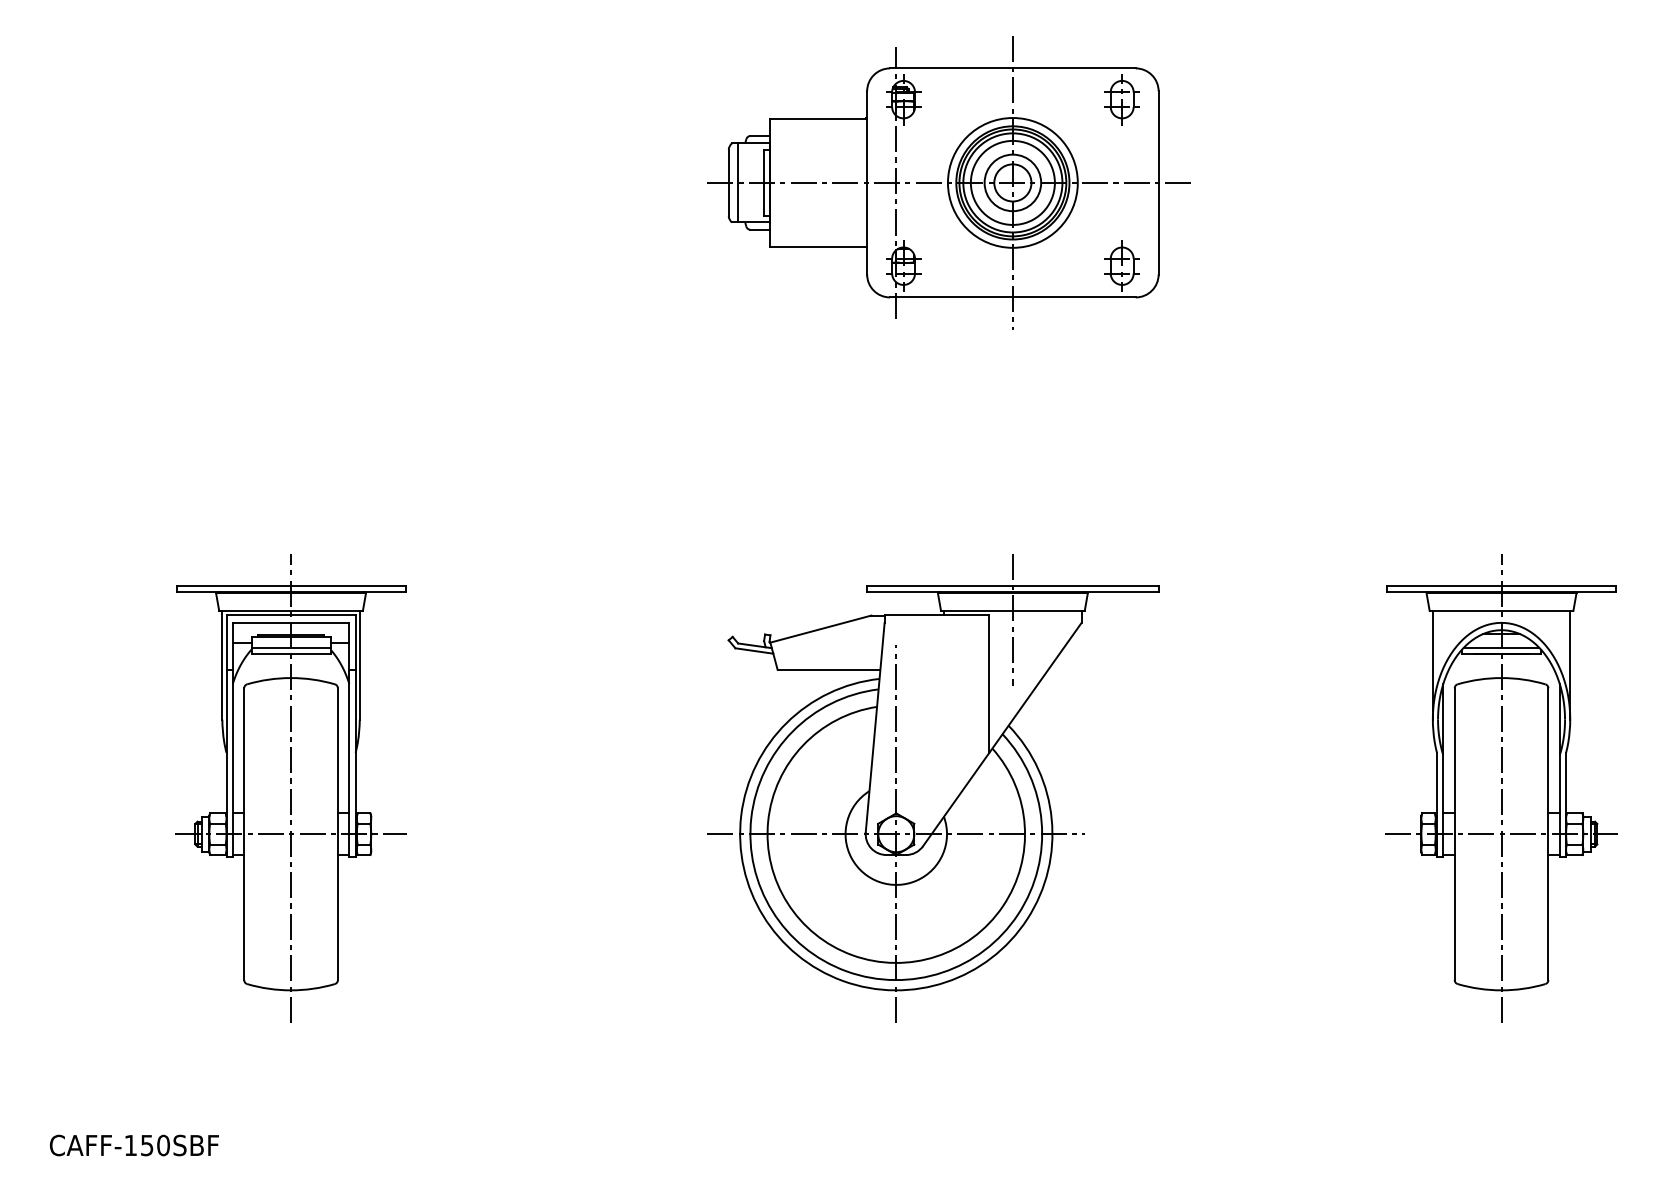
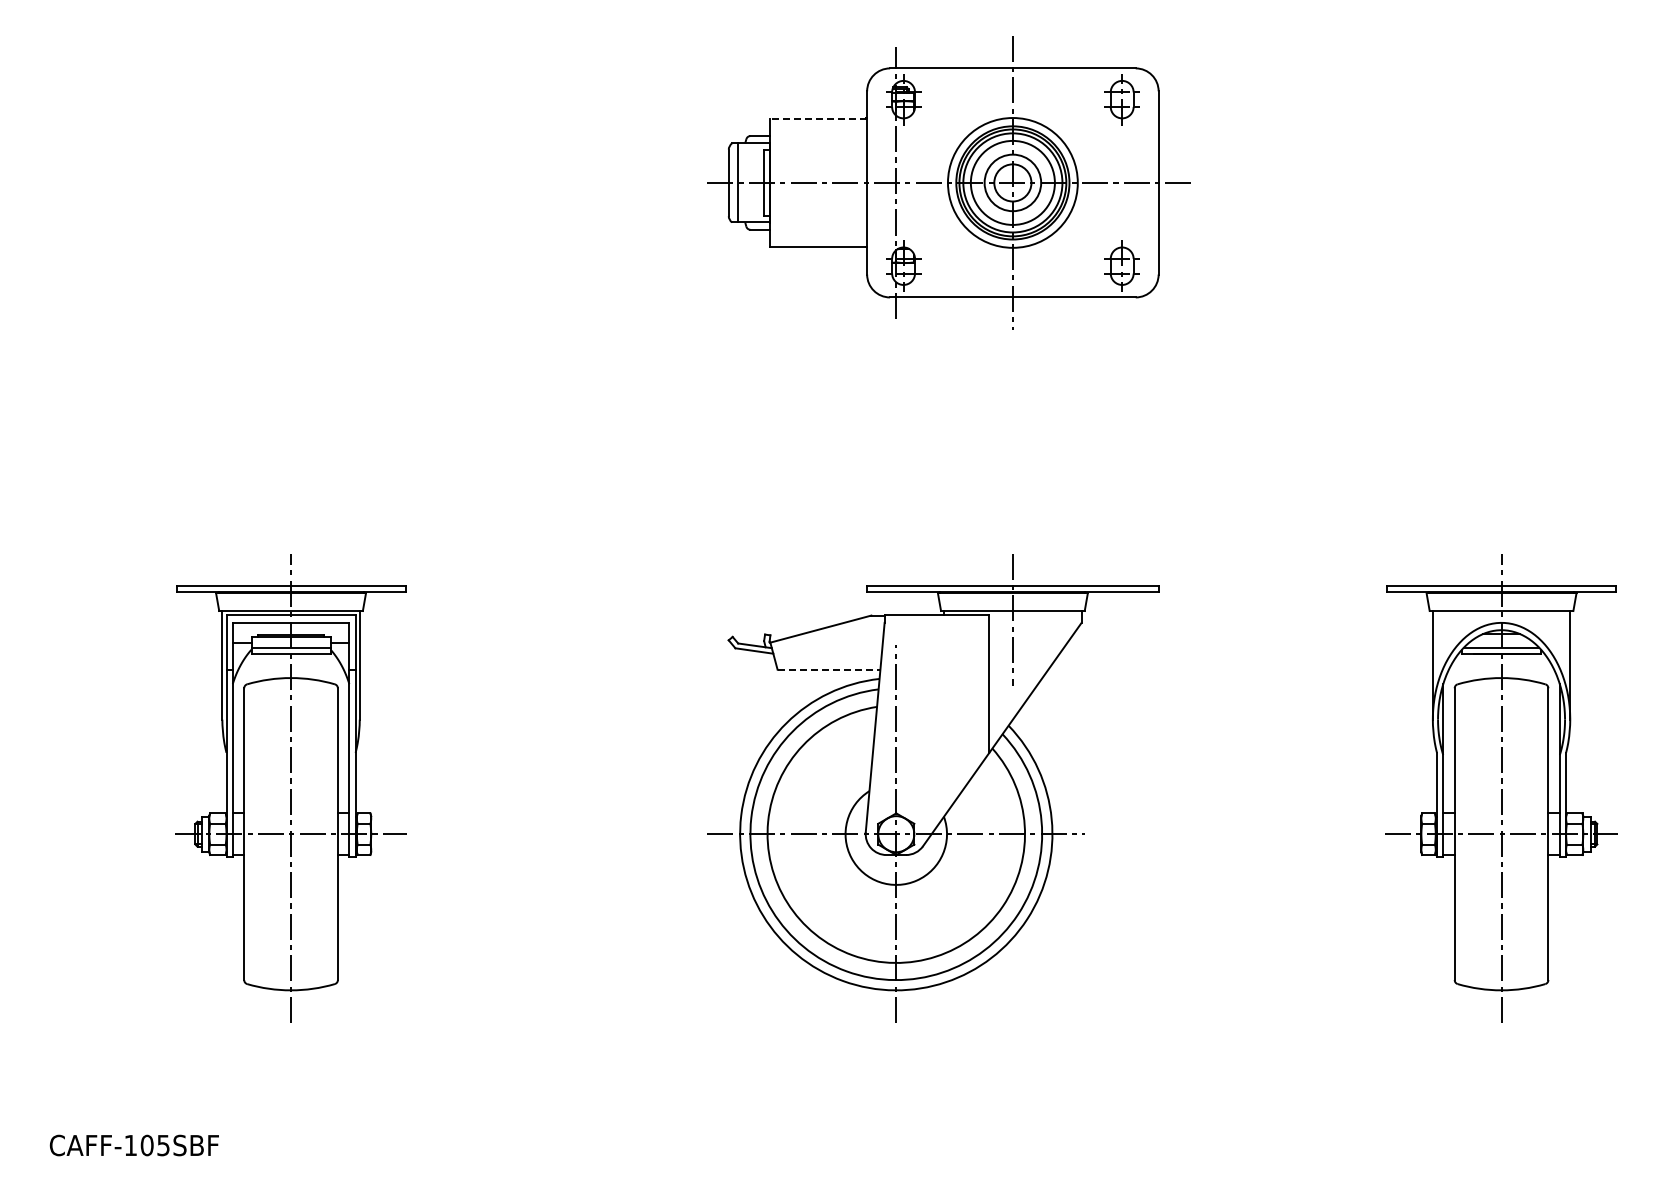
line at (818, 118): solid -> dashed
line at (829, 669): solid -> dashed
text at (154, 1145): CAFF-150SBF -> CAFF-105SBF
